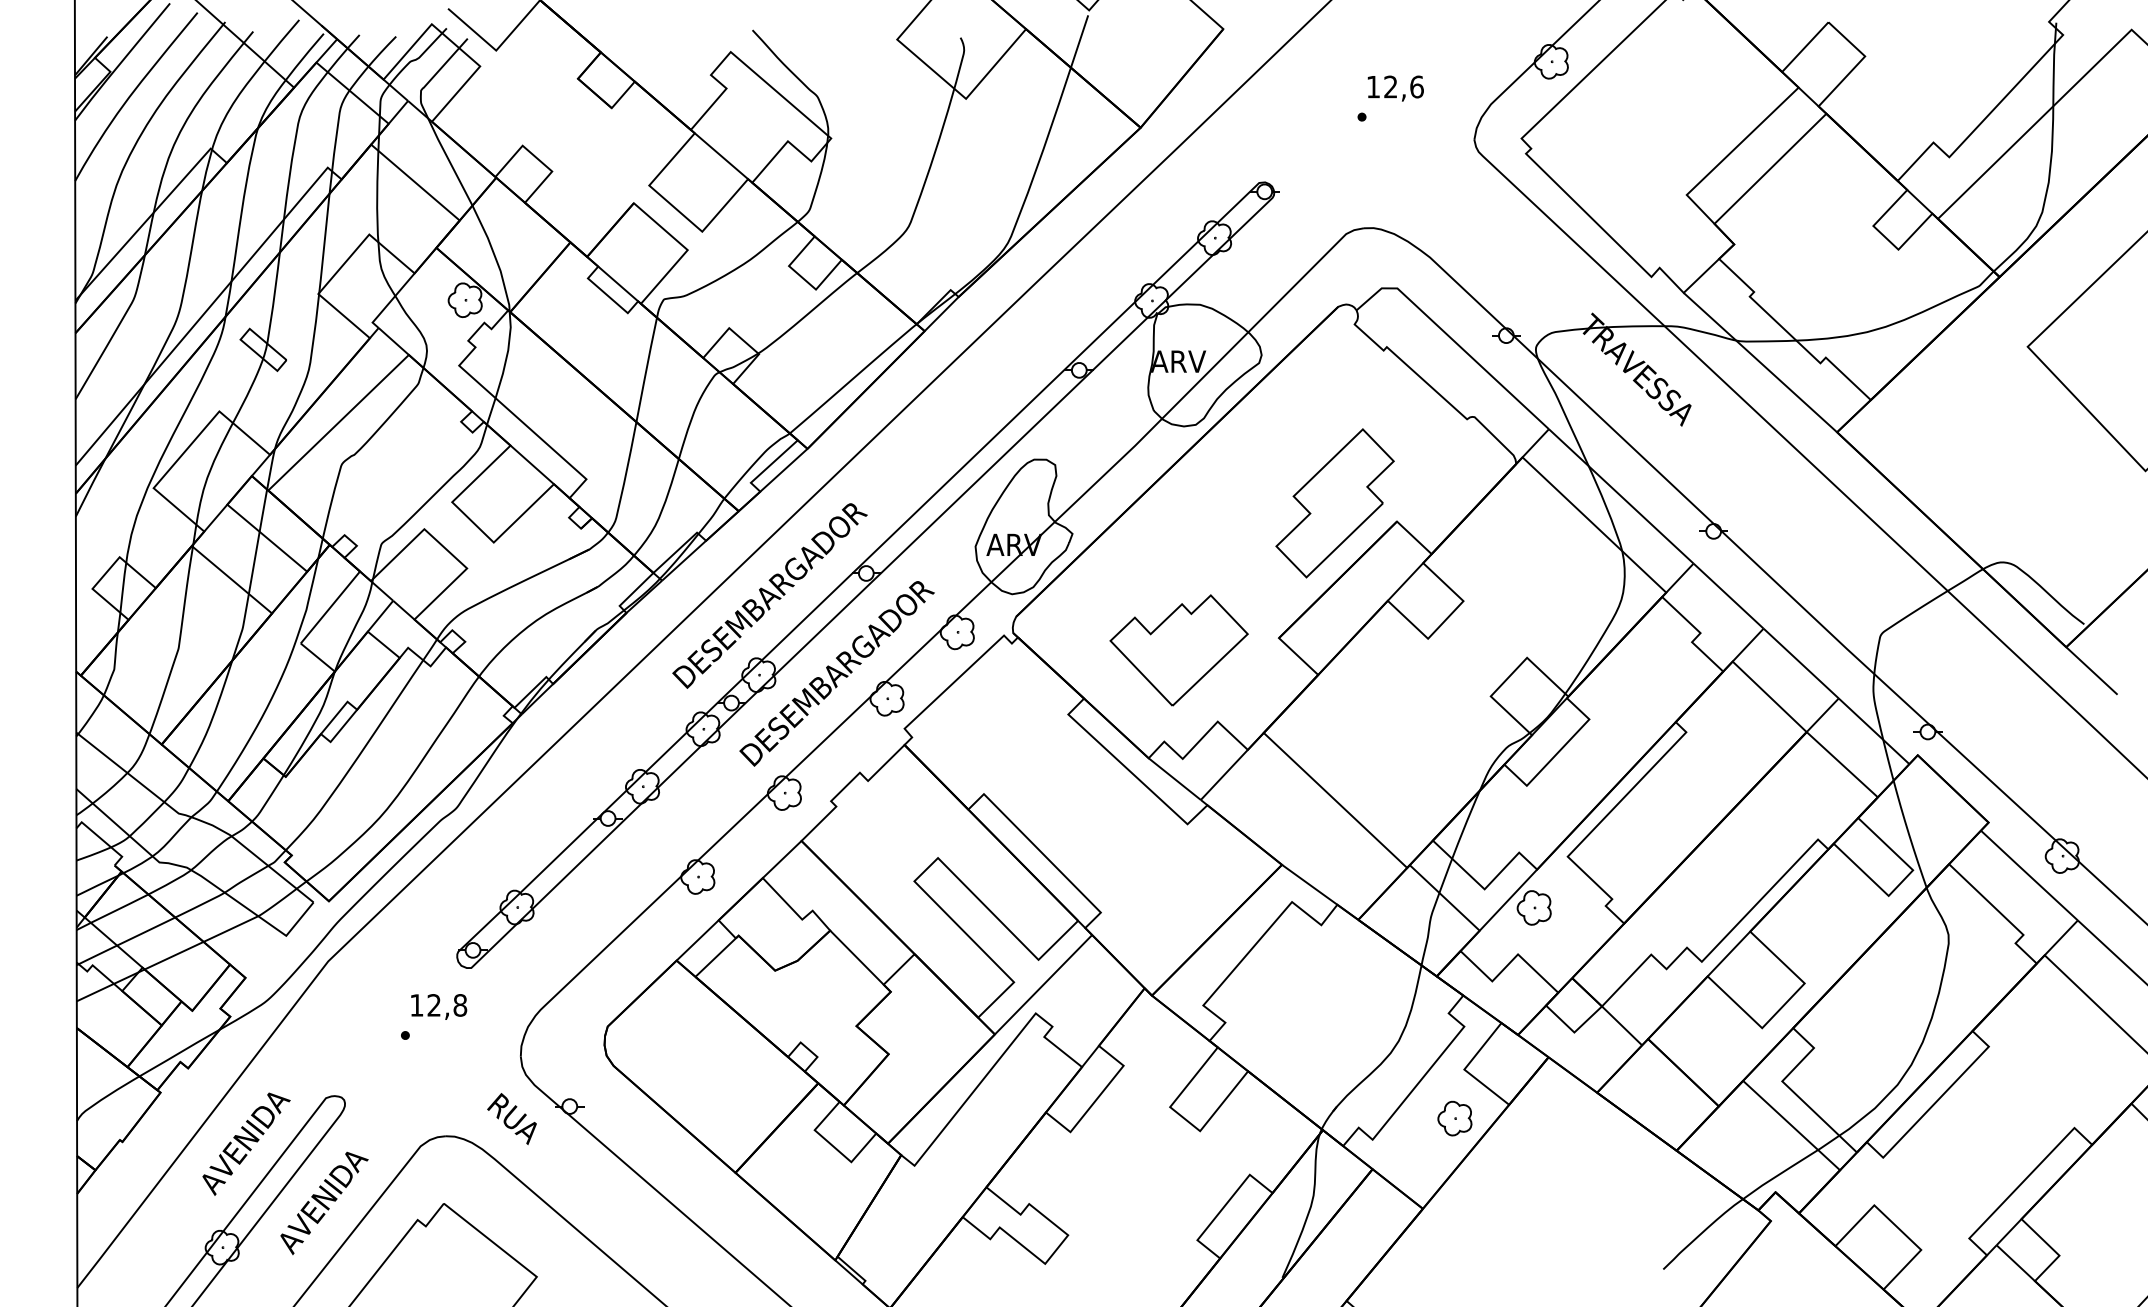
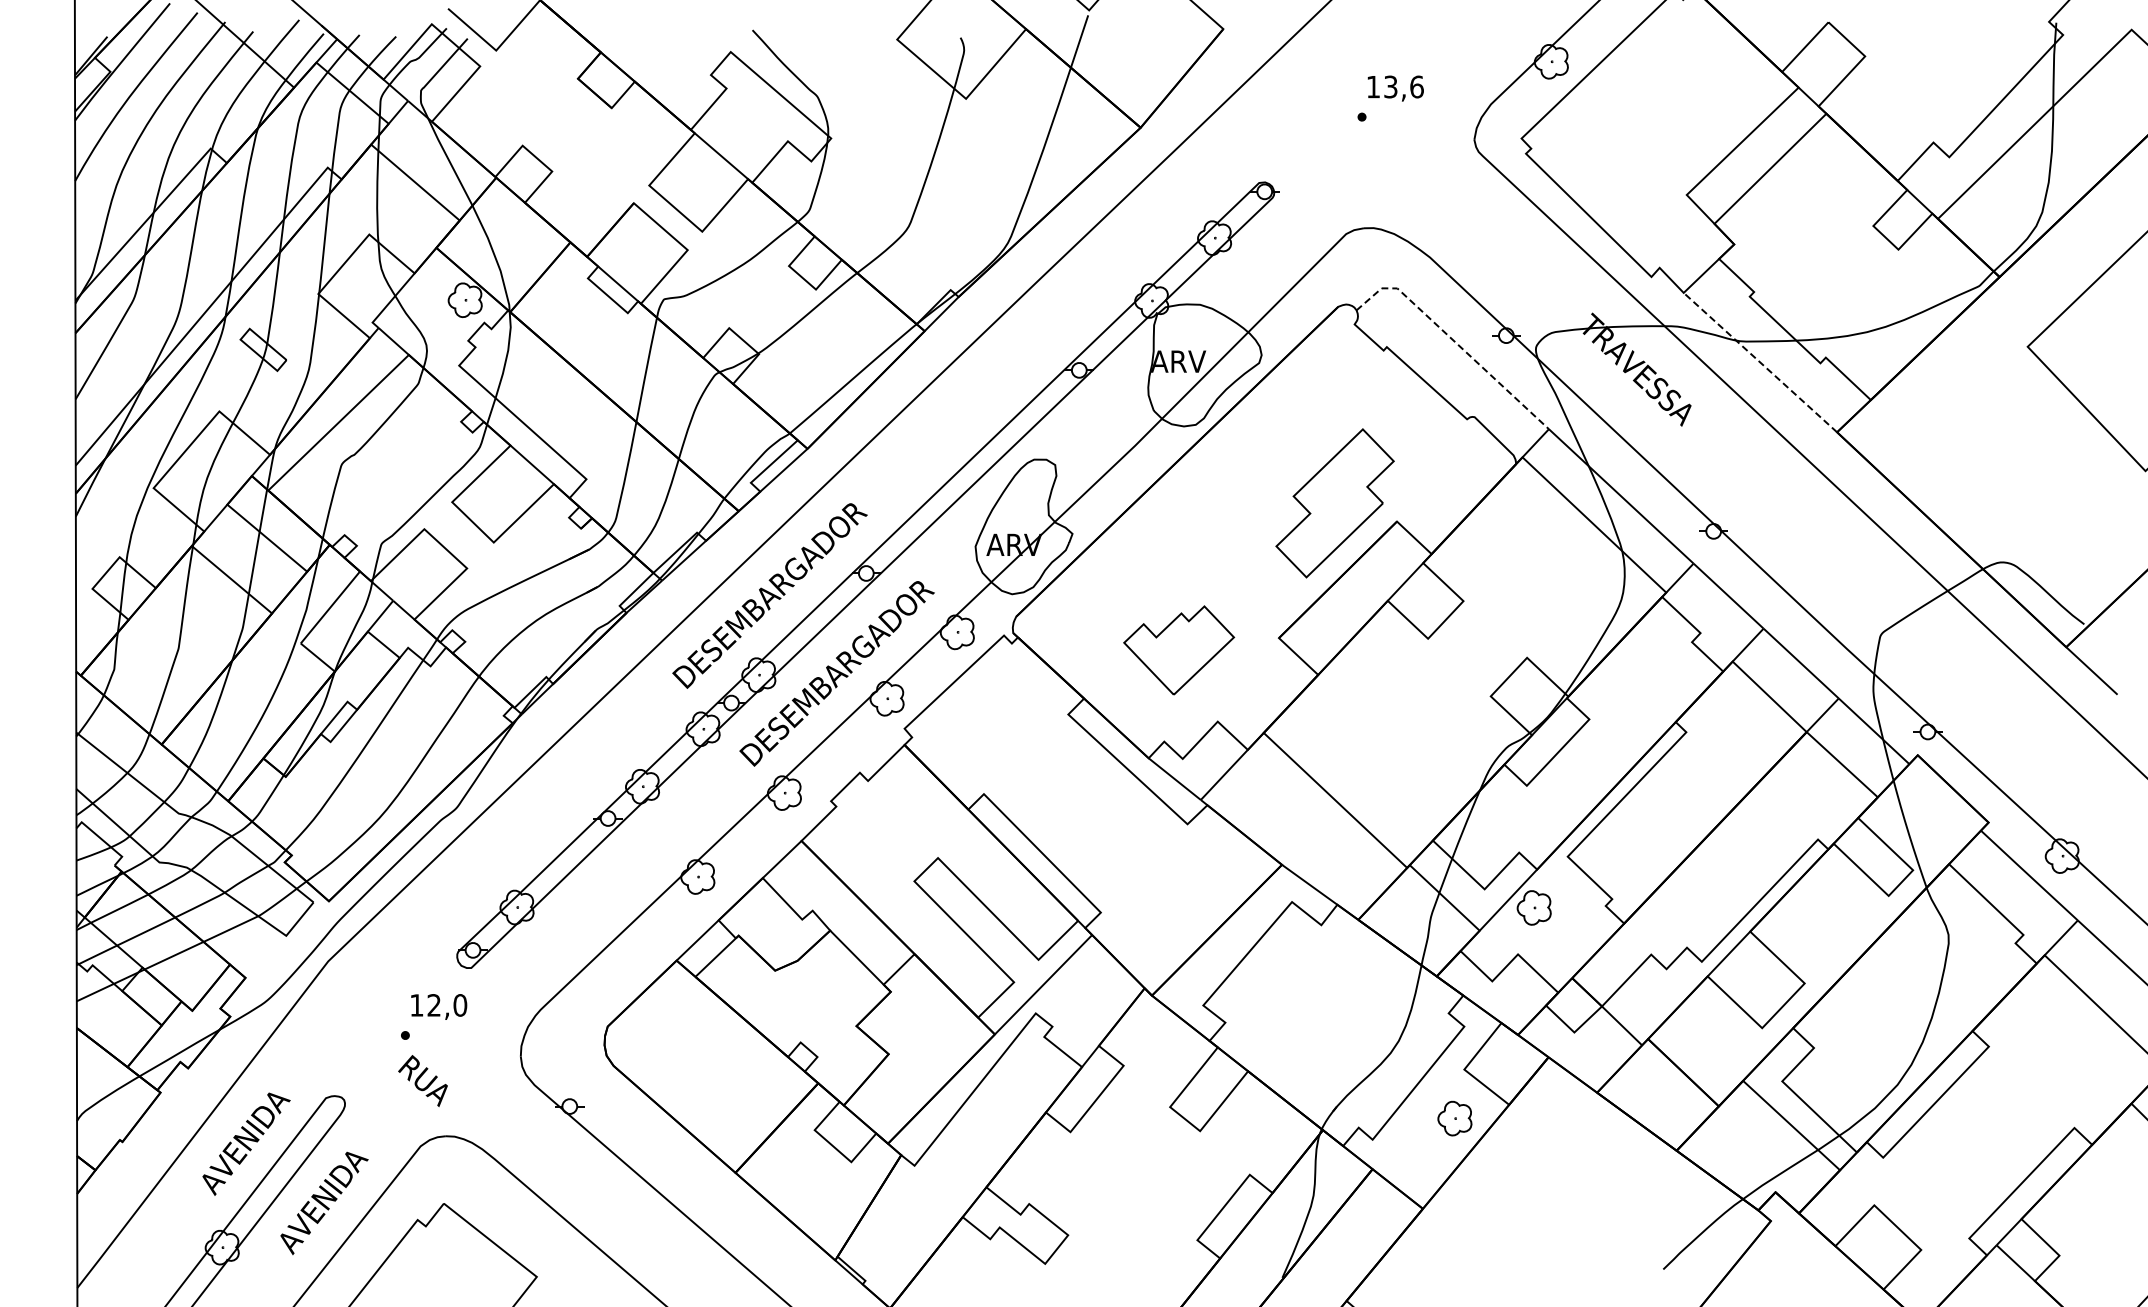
text at (1390, 87): 12,6 -> 13,6
line at (1454, 341): solid -> dashed
line at (1760, 362): solid -> dashed
part at (1178, 650) size: 140x113 px -> 113x91 px
text at (460, 1005): 12,8 -> 12,0
text at (511, 1119) position: (511, 1119) -> (422, 1081)
